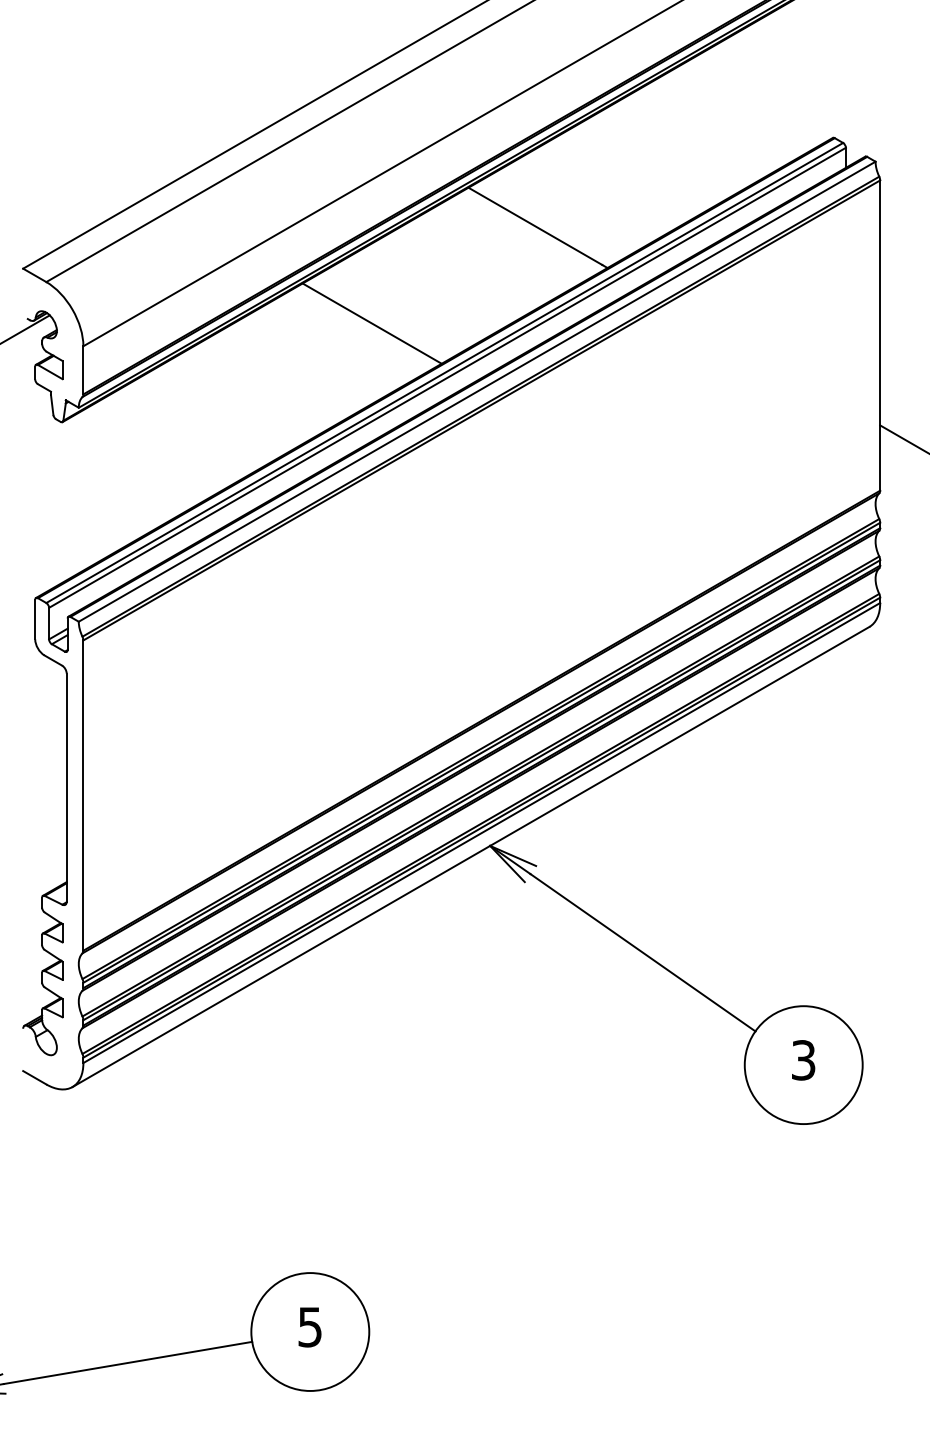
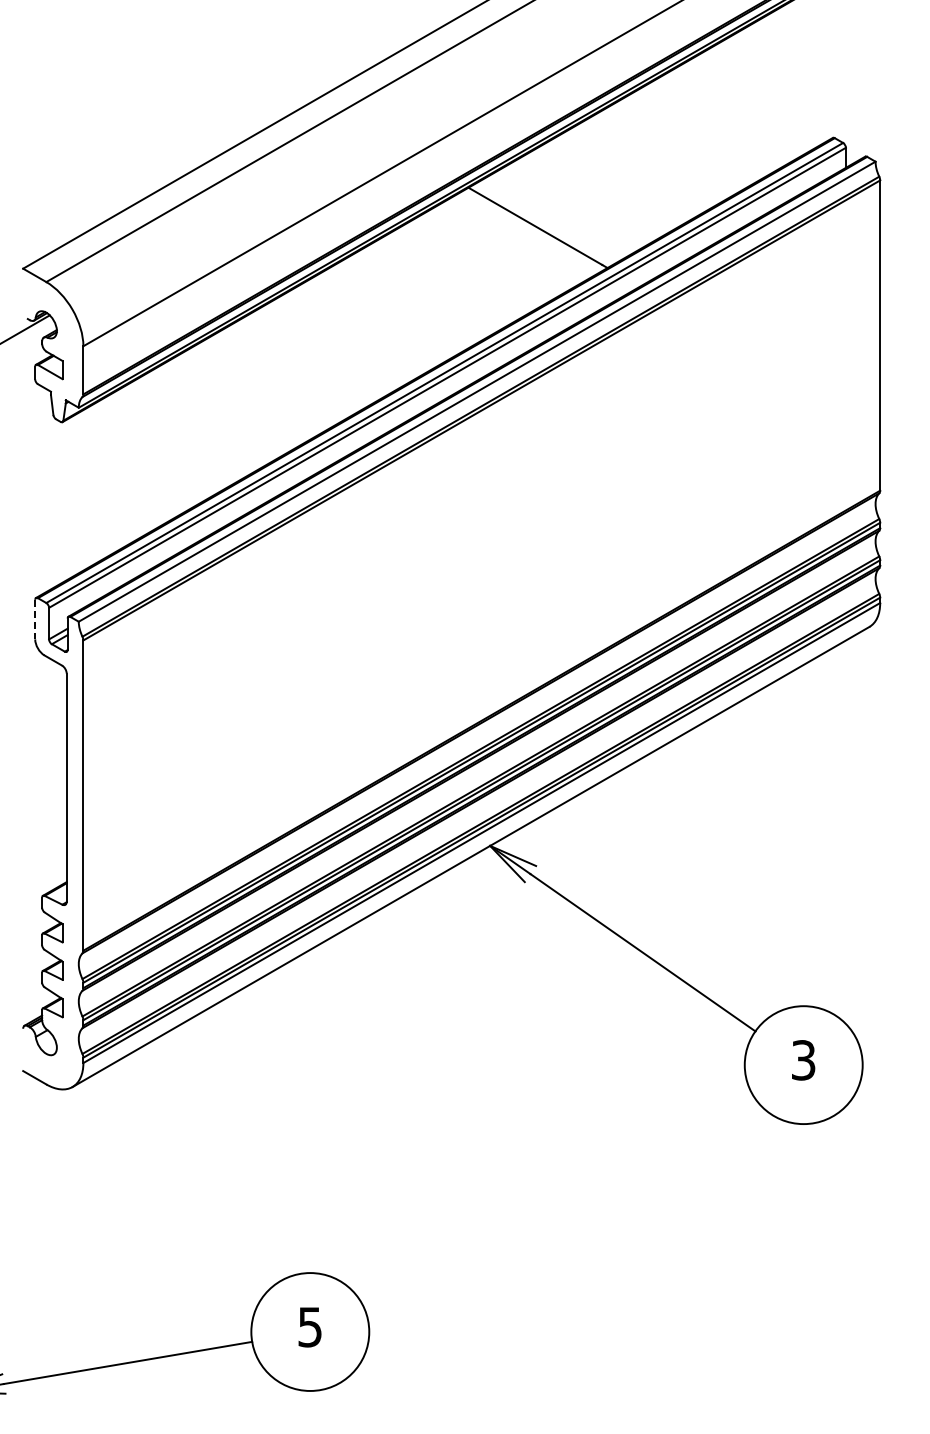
line at (371, 323): present -> none
line at (903, 438): present -> none
line at (35, 619): solid -> dashed
